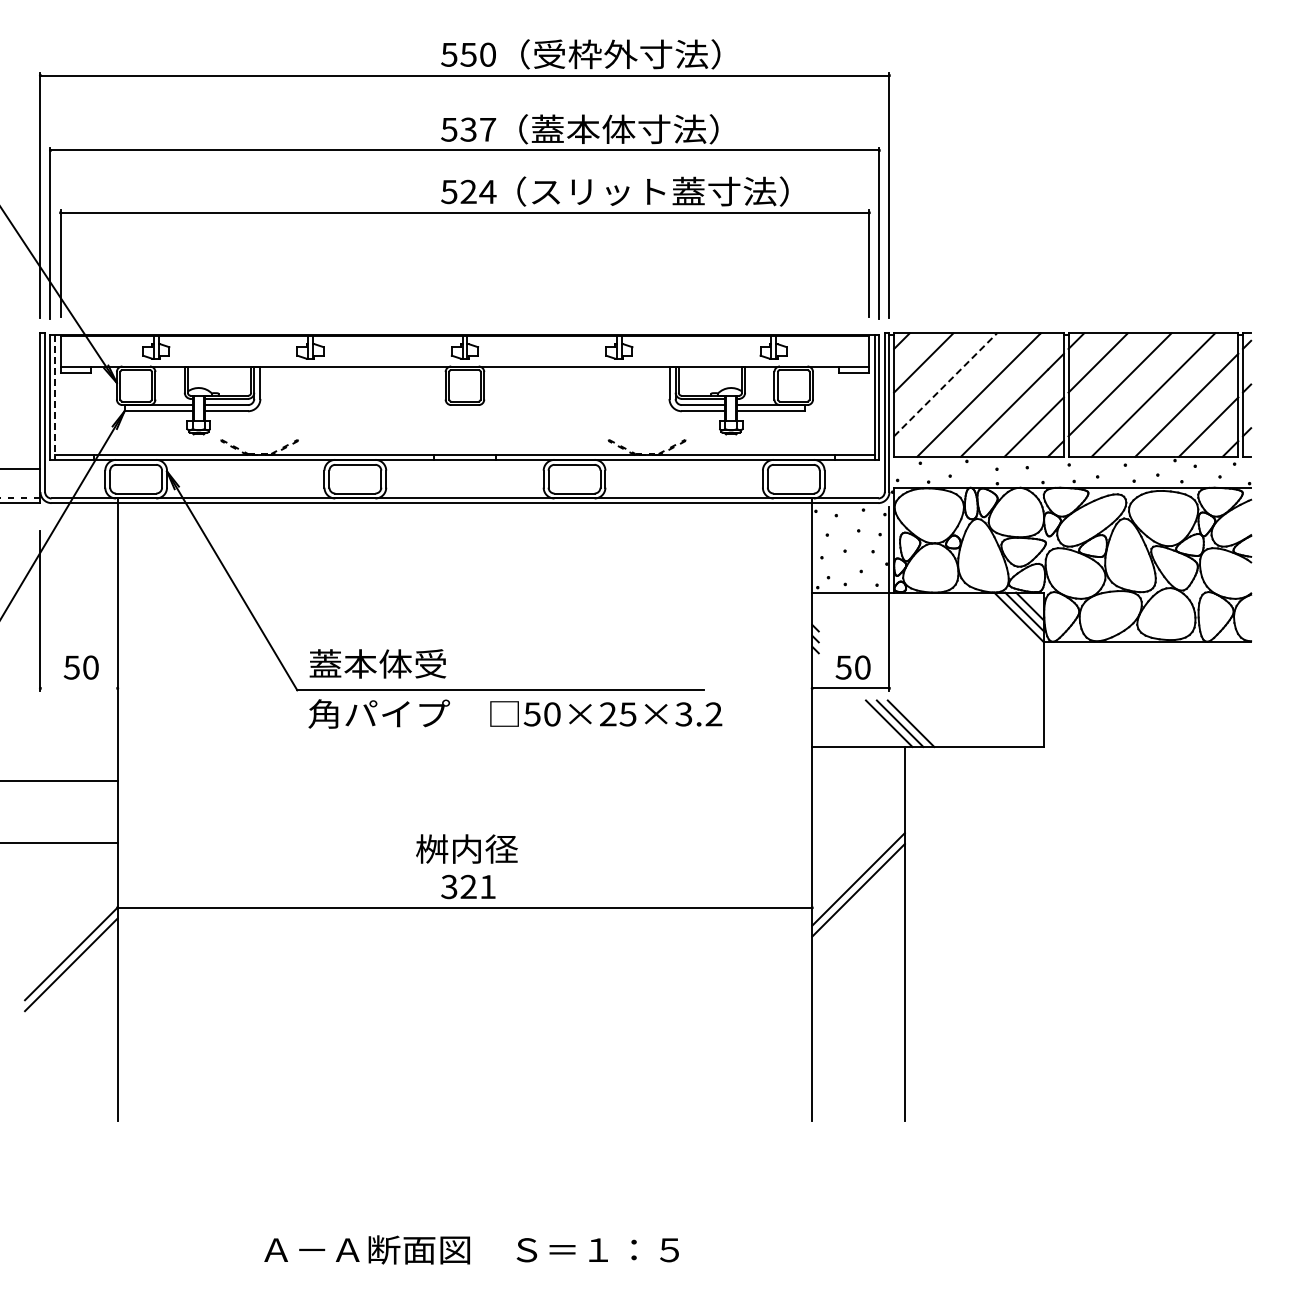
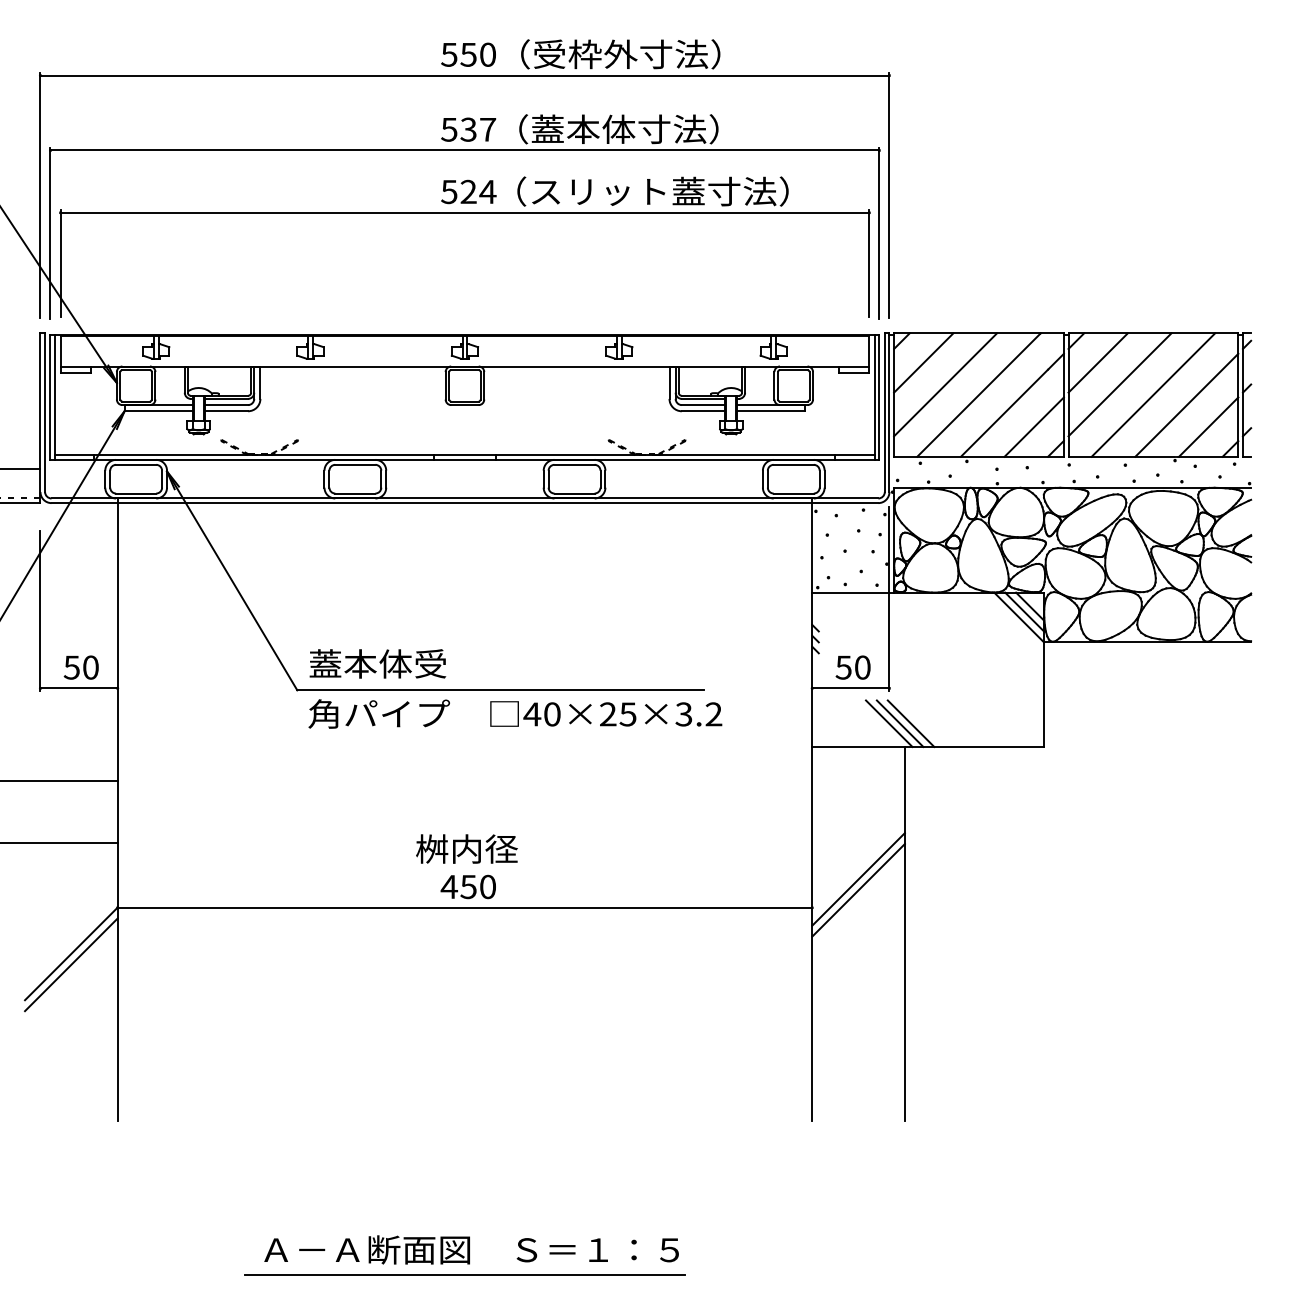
line at (945, 384): dashed -> solid
line at (55, 397): dashed -> solid
line at (78, 688): none -> present
text at (532, 714): 50×25×3.2 -> 40×25×3.2
text at (467, 886): 321 -> 450
line at (464, 1275): none -> present
